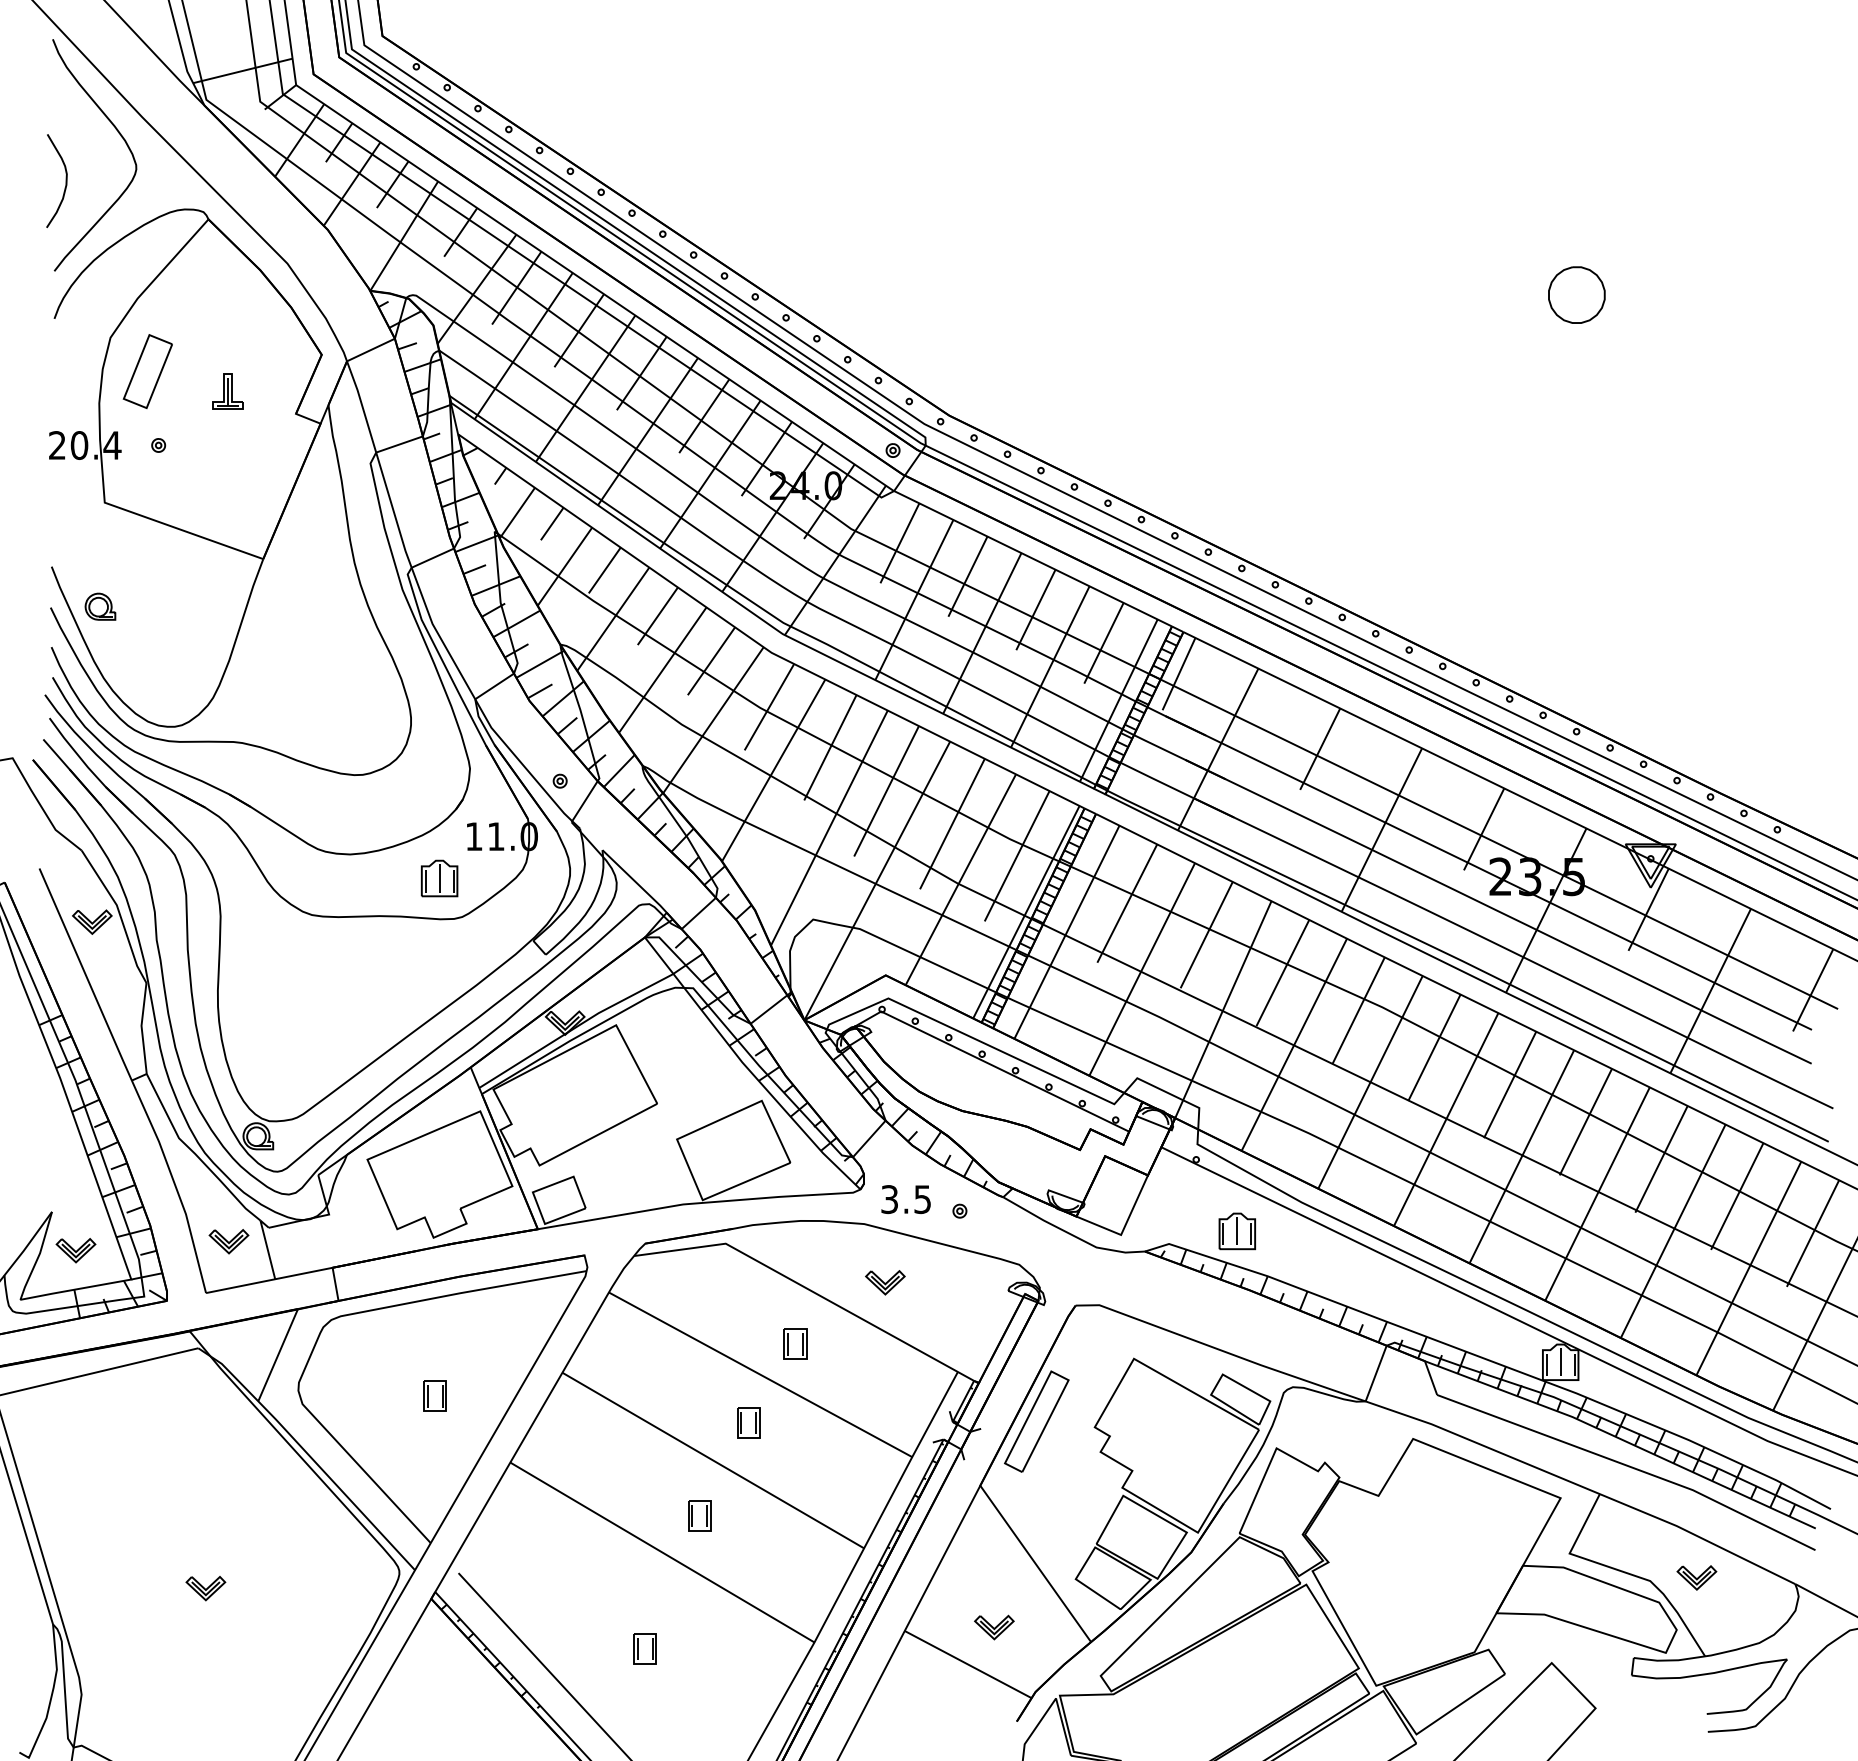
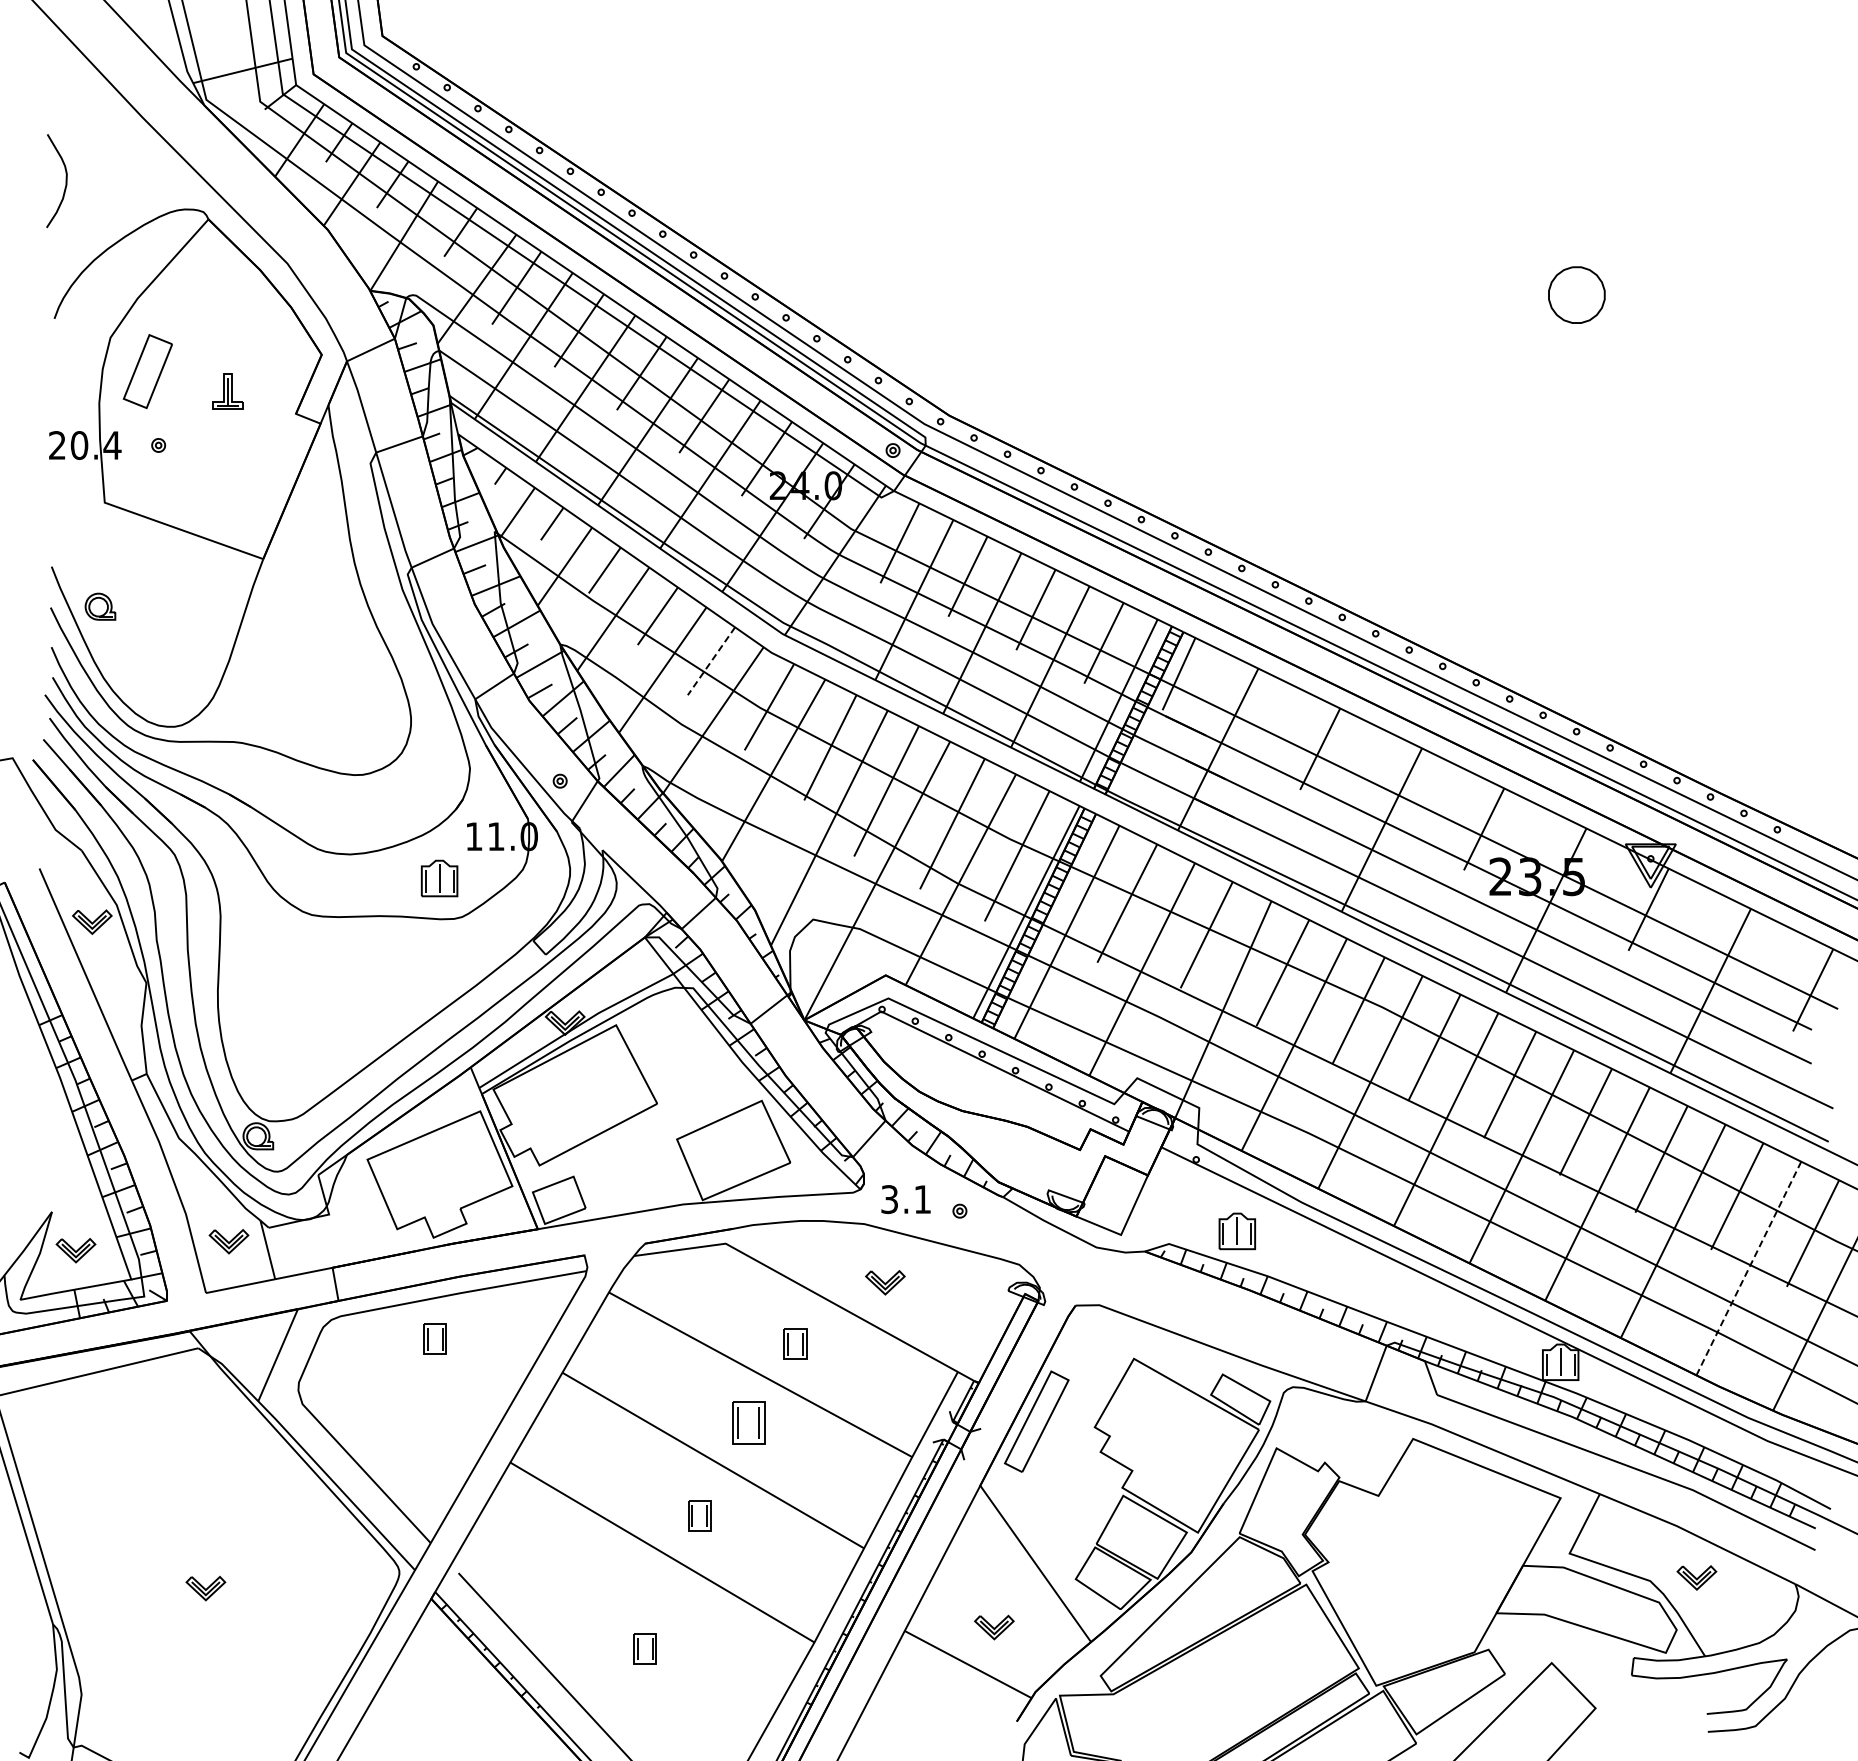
curve at (120, 136): present -> none
line at (711, 661): solid -> dashed
text at (922, 1199): 3.5 -> 3.1
line at (1748, 1268): solid -> dashed
part at (434, 1395) position: (434, 1395) -> (434, 1338)
part at (748, 1422) size: 24x32 px -> 34x44 px
